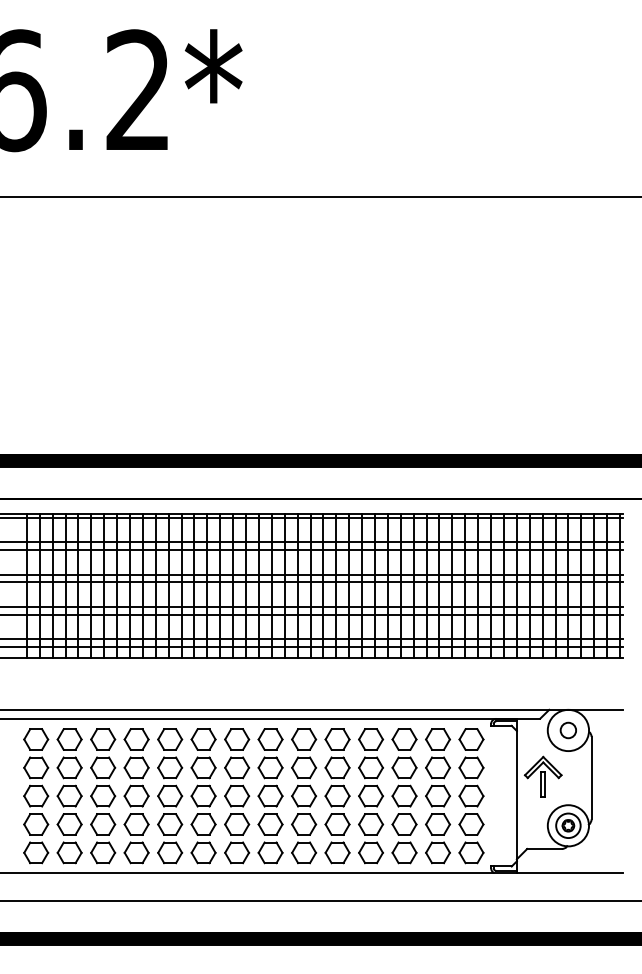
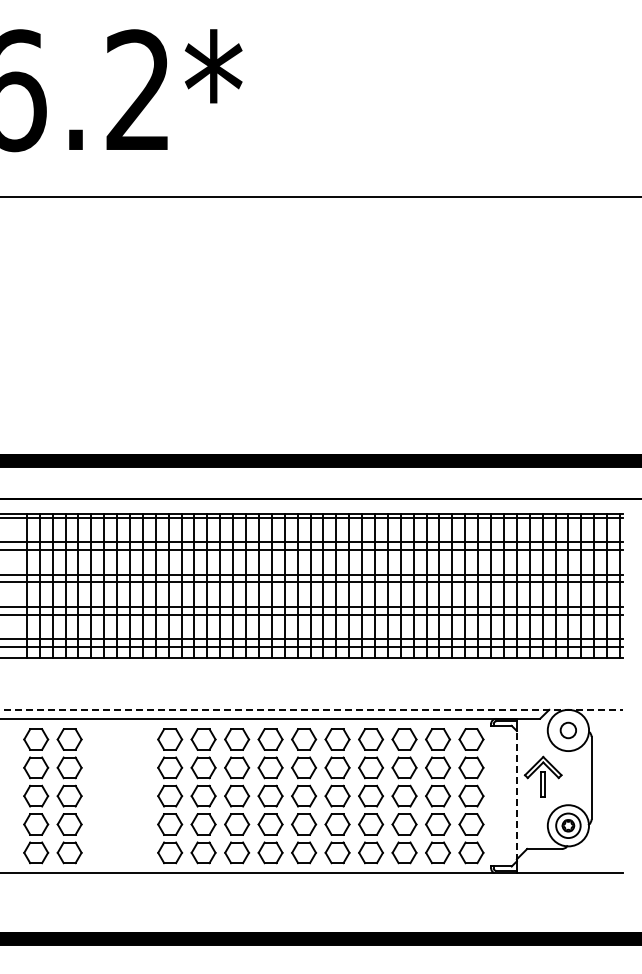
line at (311, 709): solid -> dashed
line at (516, 795): solid -> dashed
part at (119, 796): present -> none
line at (320, 901): present -> none
